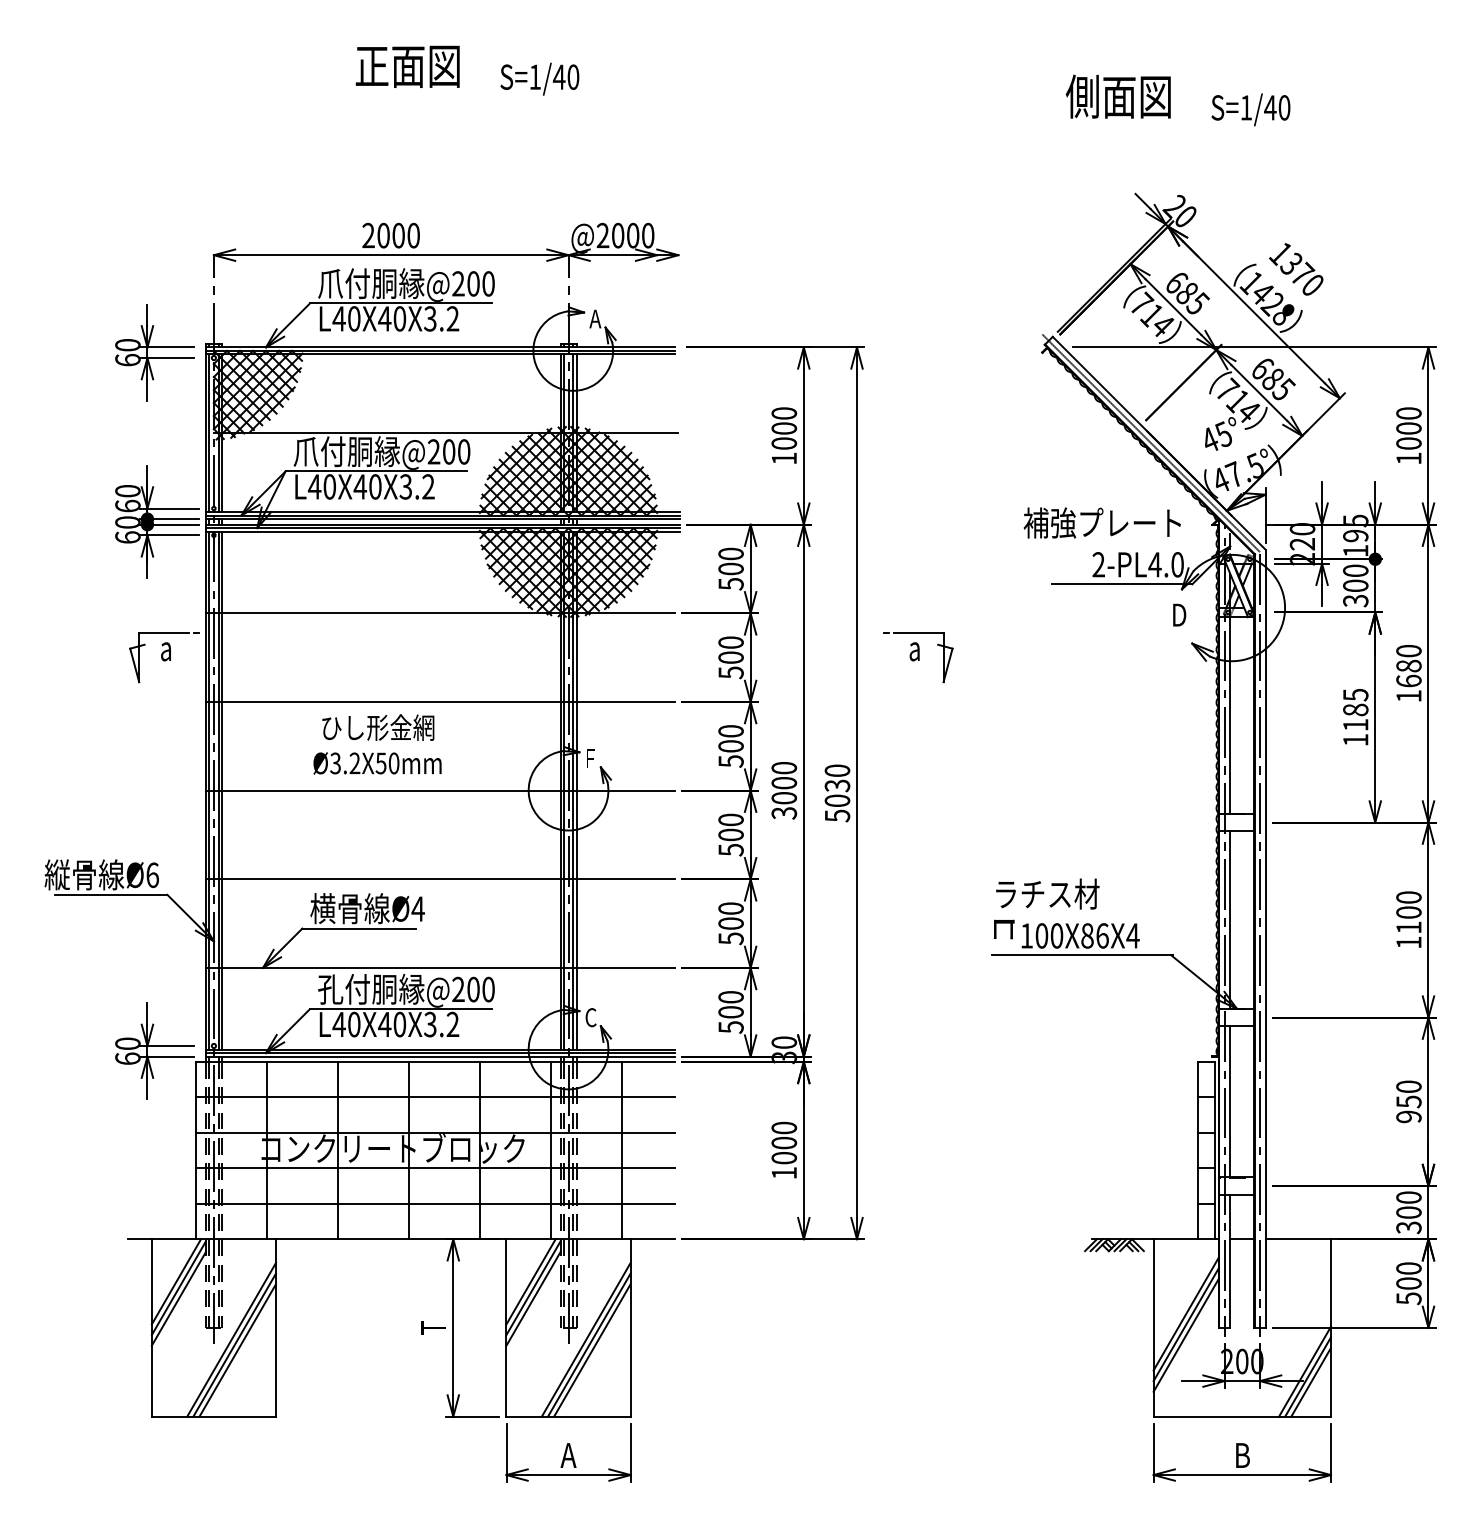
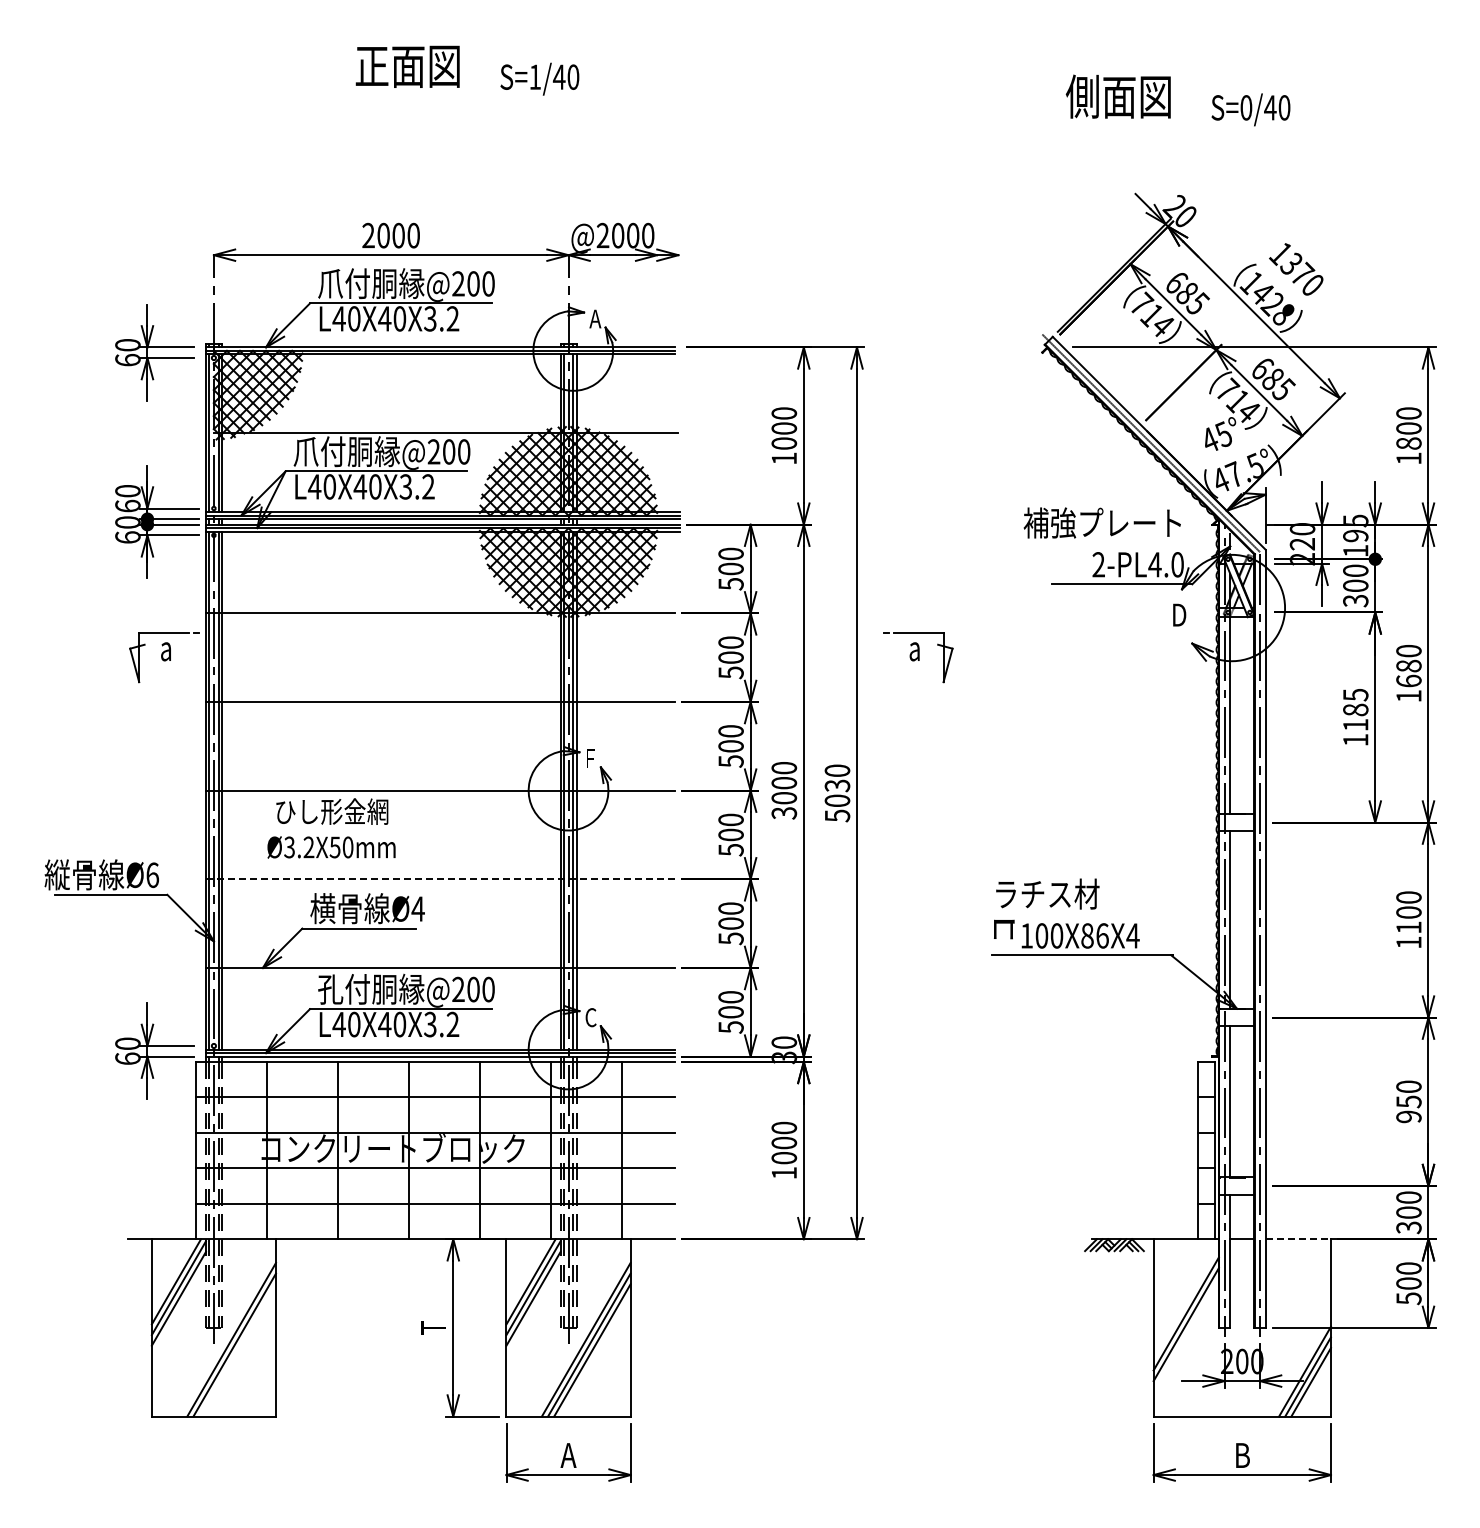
text at (1246, 107): S=1/40 -> S=0/40
text at (1408, 443): 1000 -> 1800
text at (377, 744) position: (377, 744) -> (331, 828)
line at (440, 879): solid -> dashed
line at (1298, 1239): solid -> dashed
line at (1185, 1334): present -> none
line at (237, 1350): present -> none
